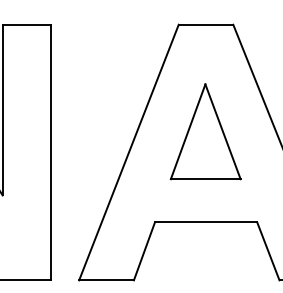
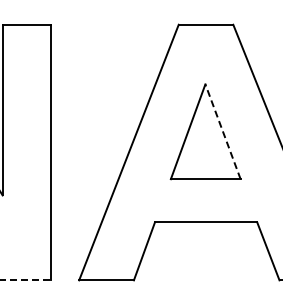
line at (223, 131): solid -> dashed
line at (25, 280): solid -> dashed
